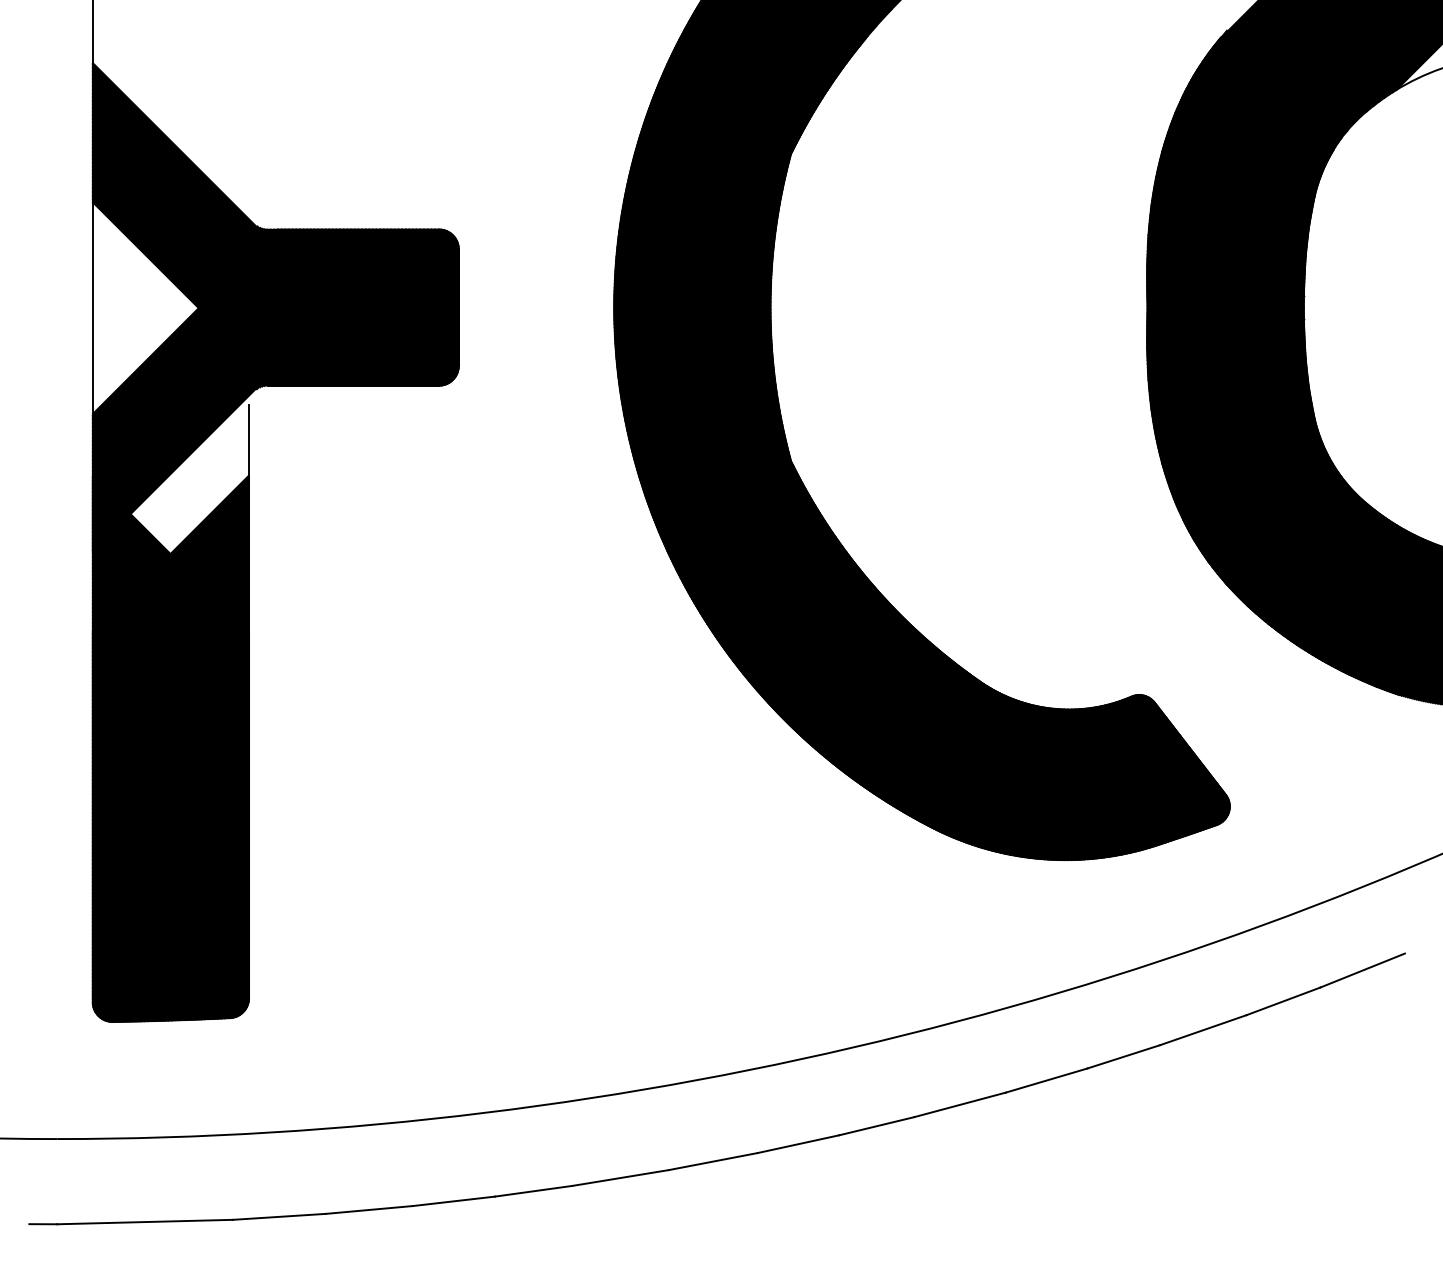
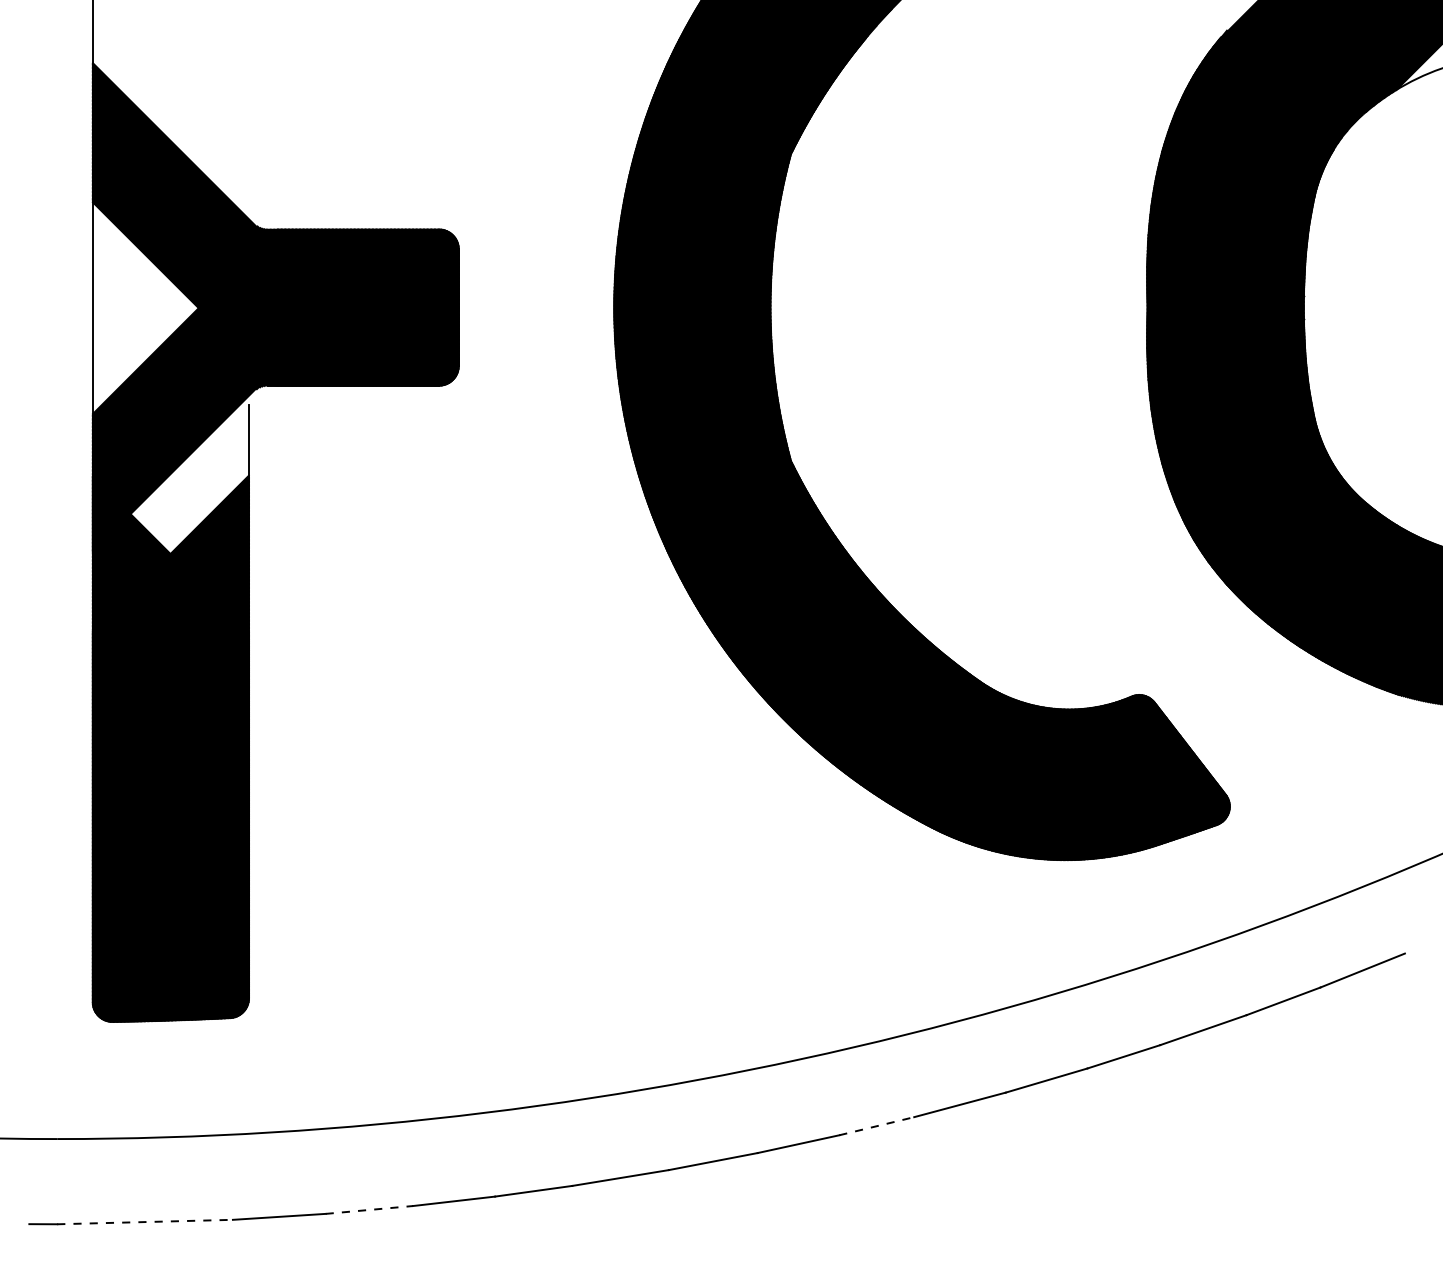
line at (876, 1126): solid -> dashed
line at (369, 1209): solid -> dashed
line at (145, 1222): solid -> dashed
